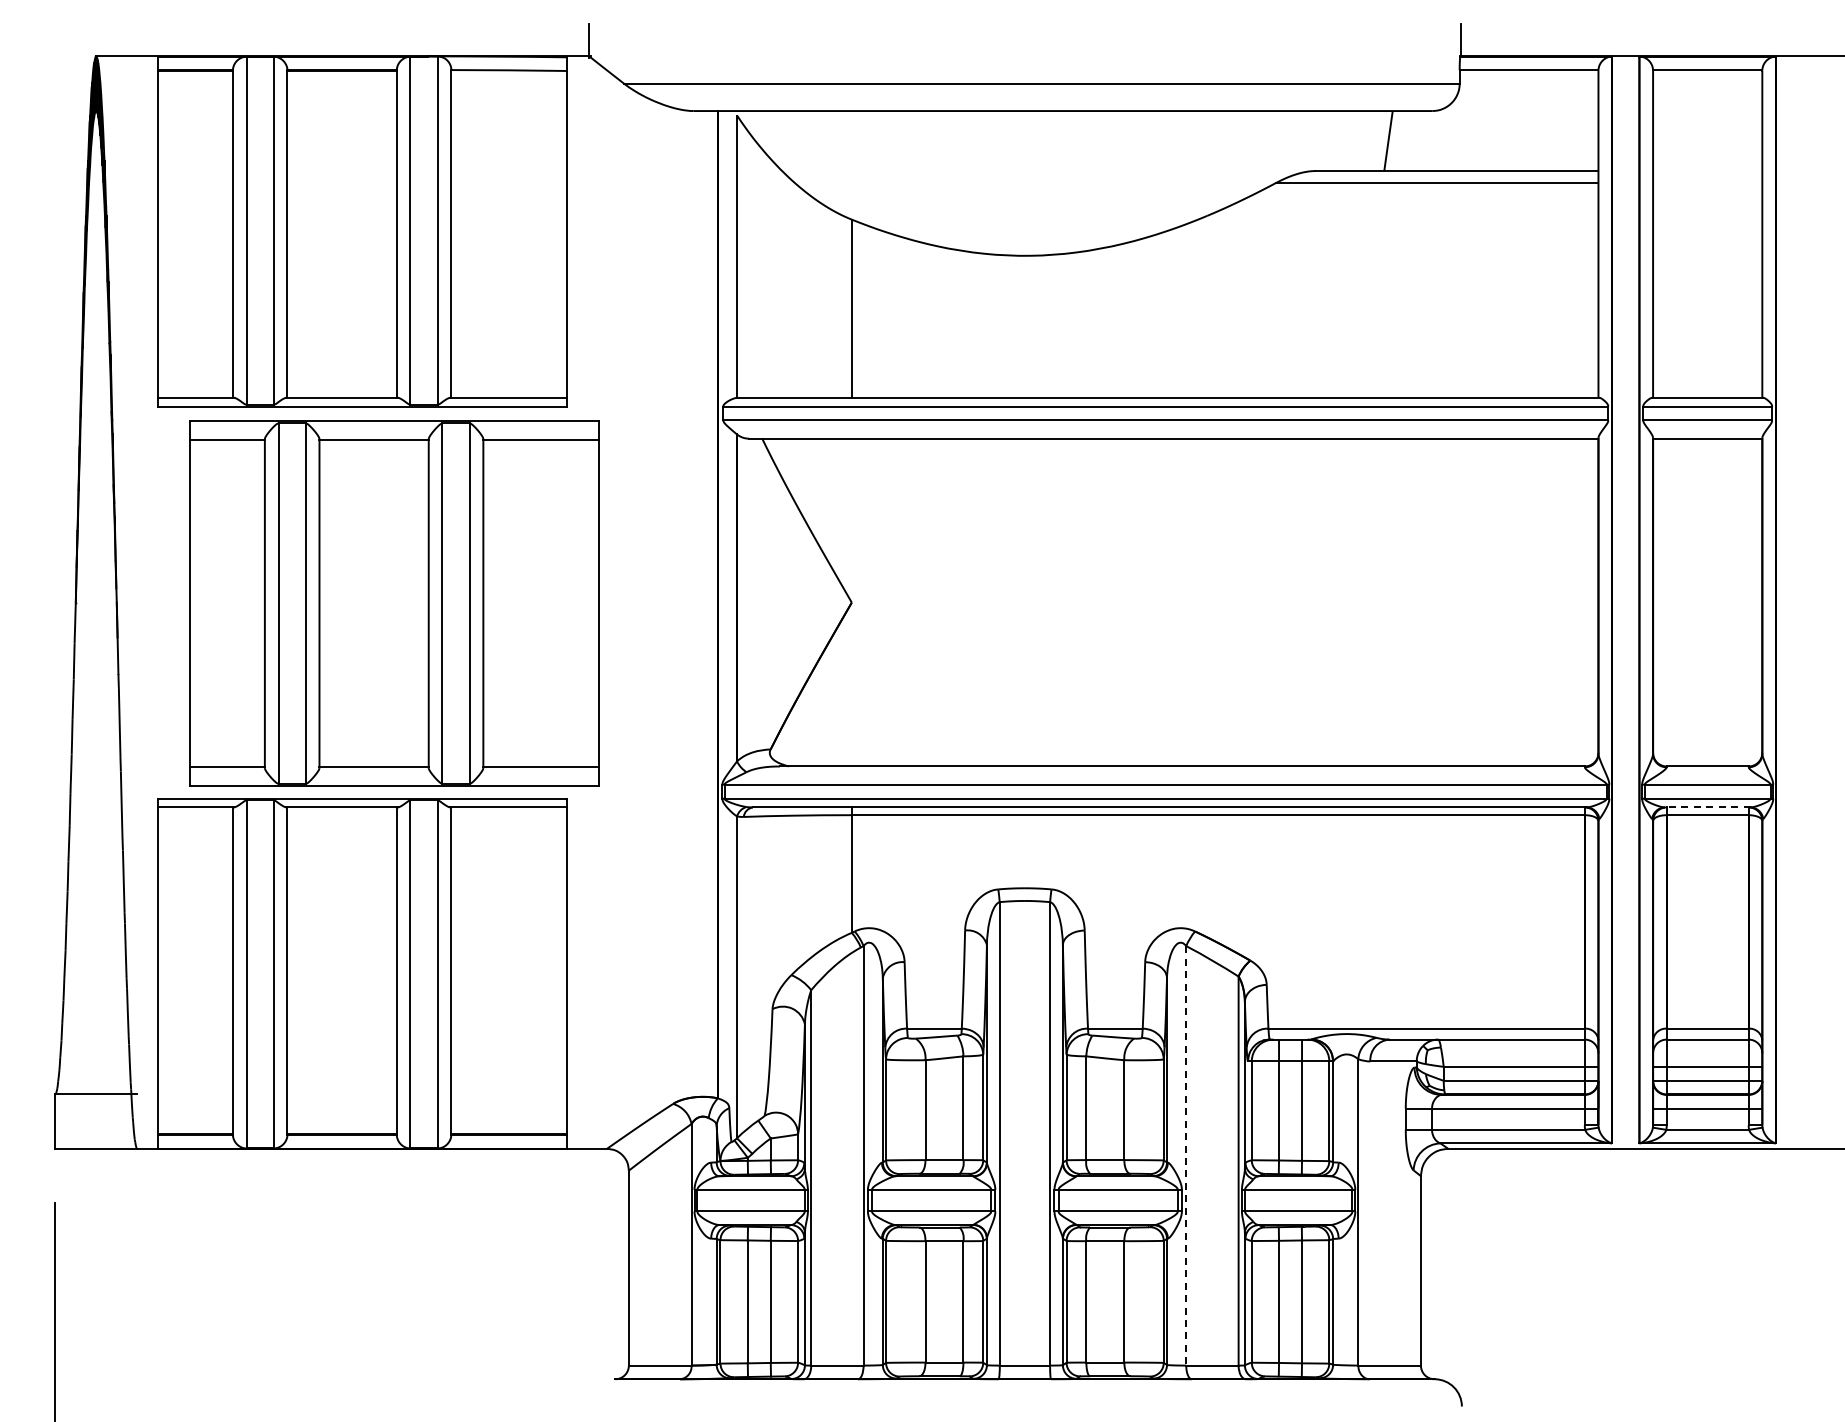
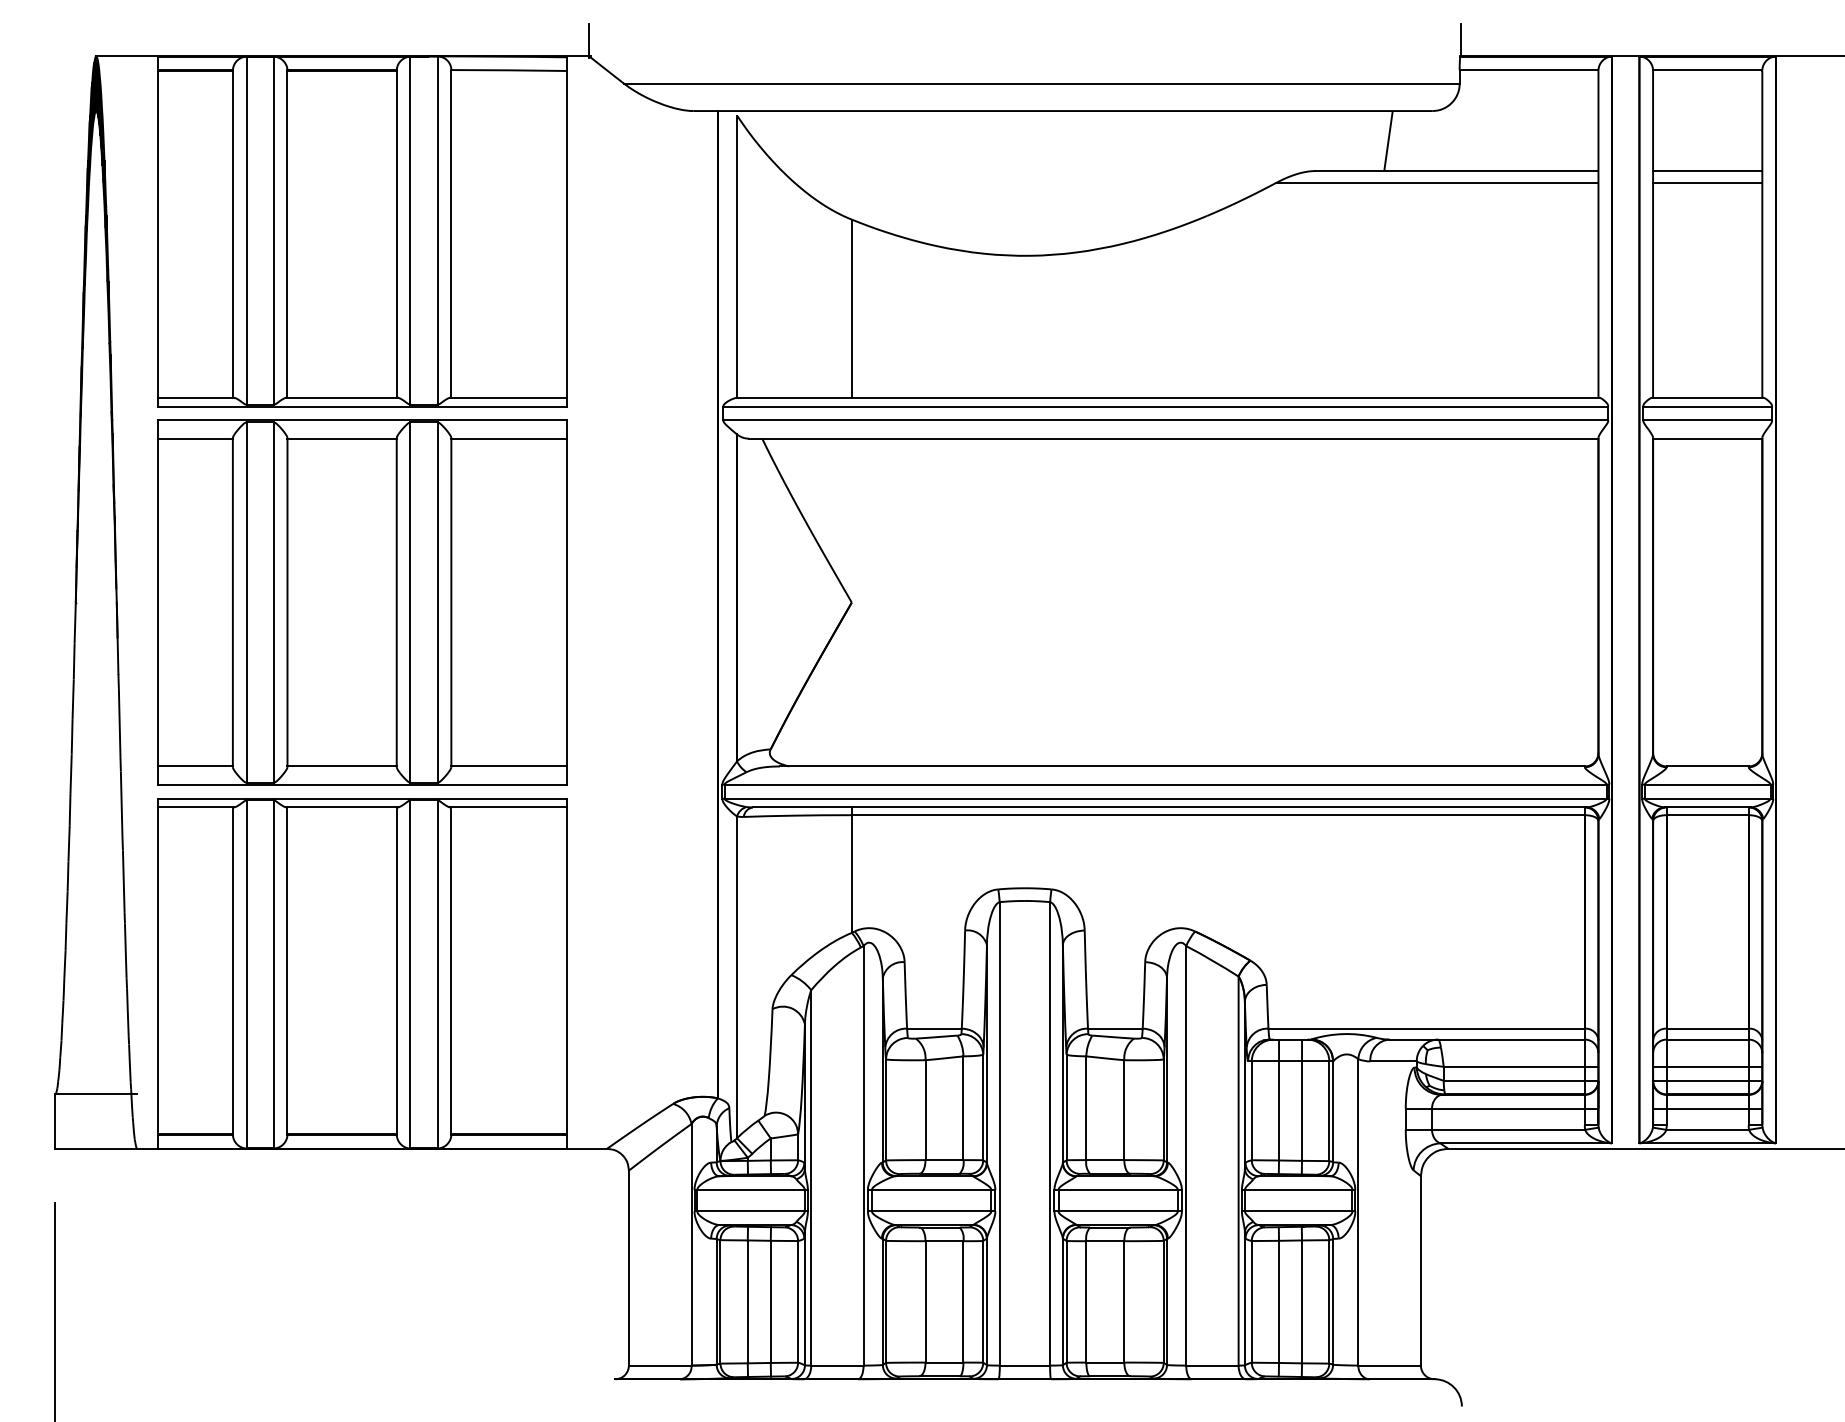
line at (1707, 171): none -> present
line at (1707, 183): none -> present
part at (394, 603) position: (394, 603) -> (362, 602)
line at (1707, 807): dashed -> solid
line at (1186, 1155): dashed -> solid
